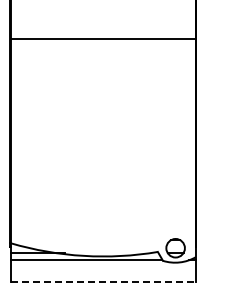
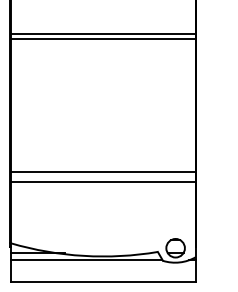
line at (102, 33): none -> present
line at (102, 171): none -> present
line at (102, 181): none -> present
line at (103, 281): dashed -> solid
